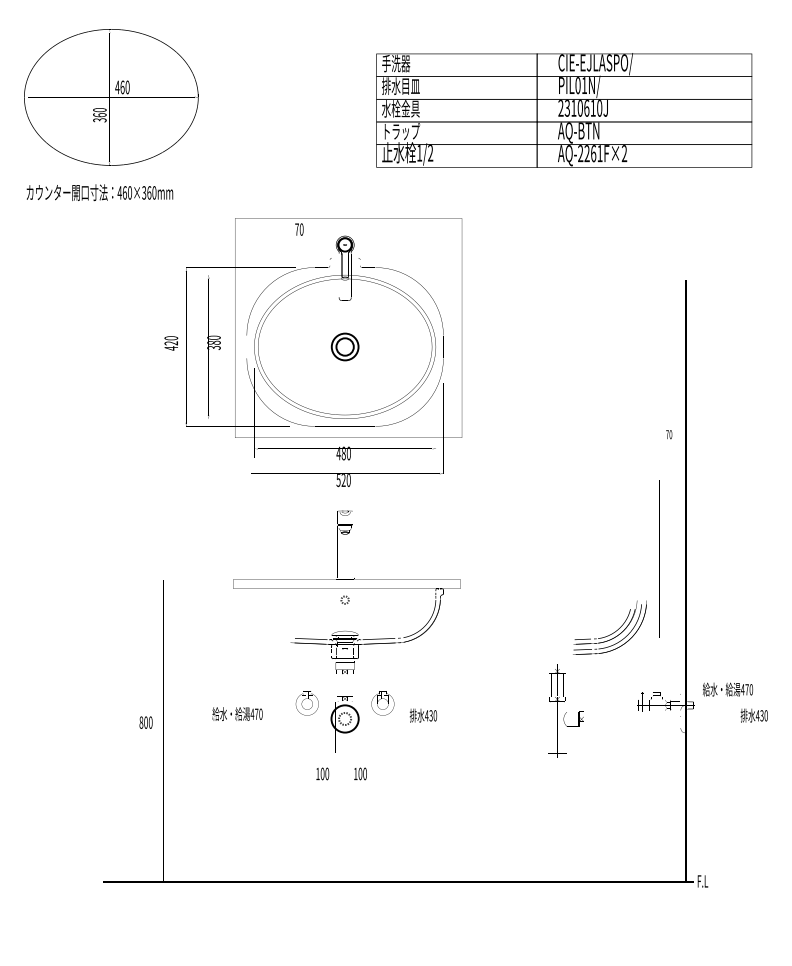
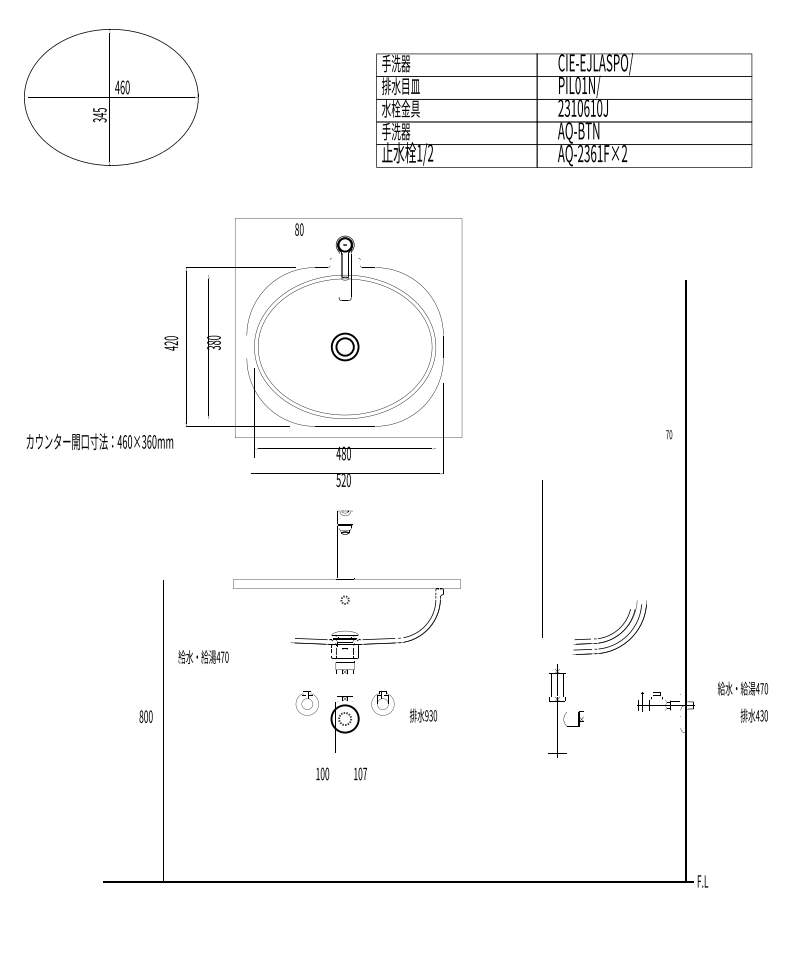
text at (99, 112): 360 -> 345
text at (401, 131): トラップ -> 手洗器
text at (586, 153): AQ-2261F×2 -> AQ-2361F×2
text at (99, 192) position: (99, 192) -> (99, 441)
text at (296, 229): 70 -> 80
line at (659, 558) position: (659, 558) -> (542, 558)
text at (727, 689) position: (727, 689) -> (742, 688)
text at (237, 713) position: (237, 713) -> (203, 656)
text at (426, 715): 430 -> 930
text at (145, 722) position: (145, 722) -> (145, 716)
text at (364, 773): 100 -> 107
